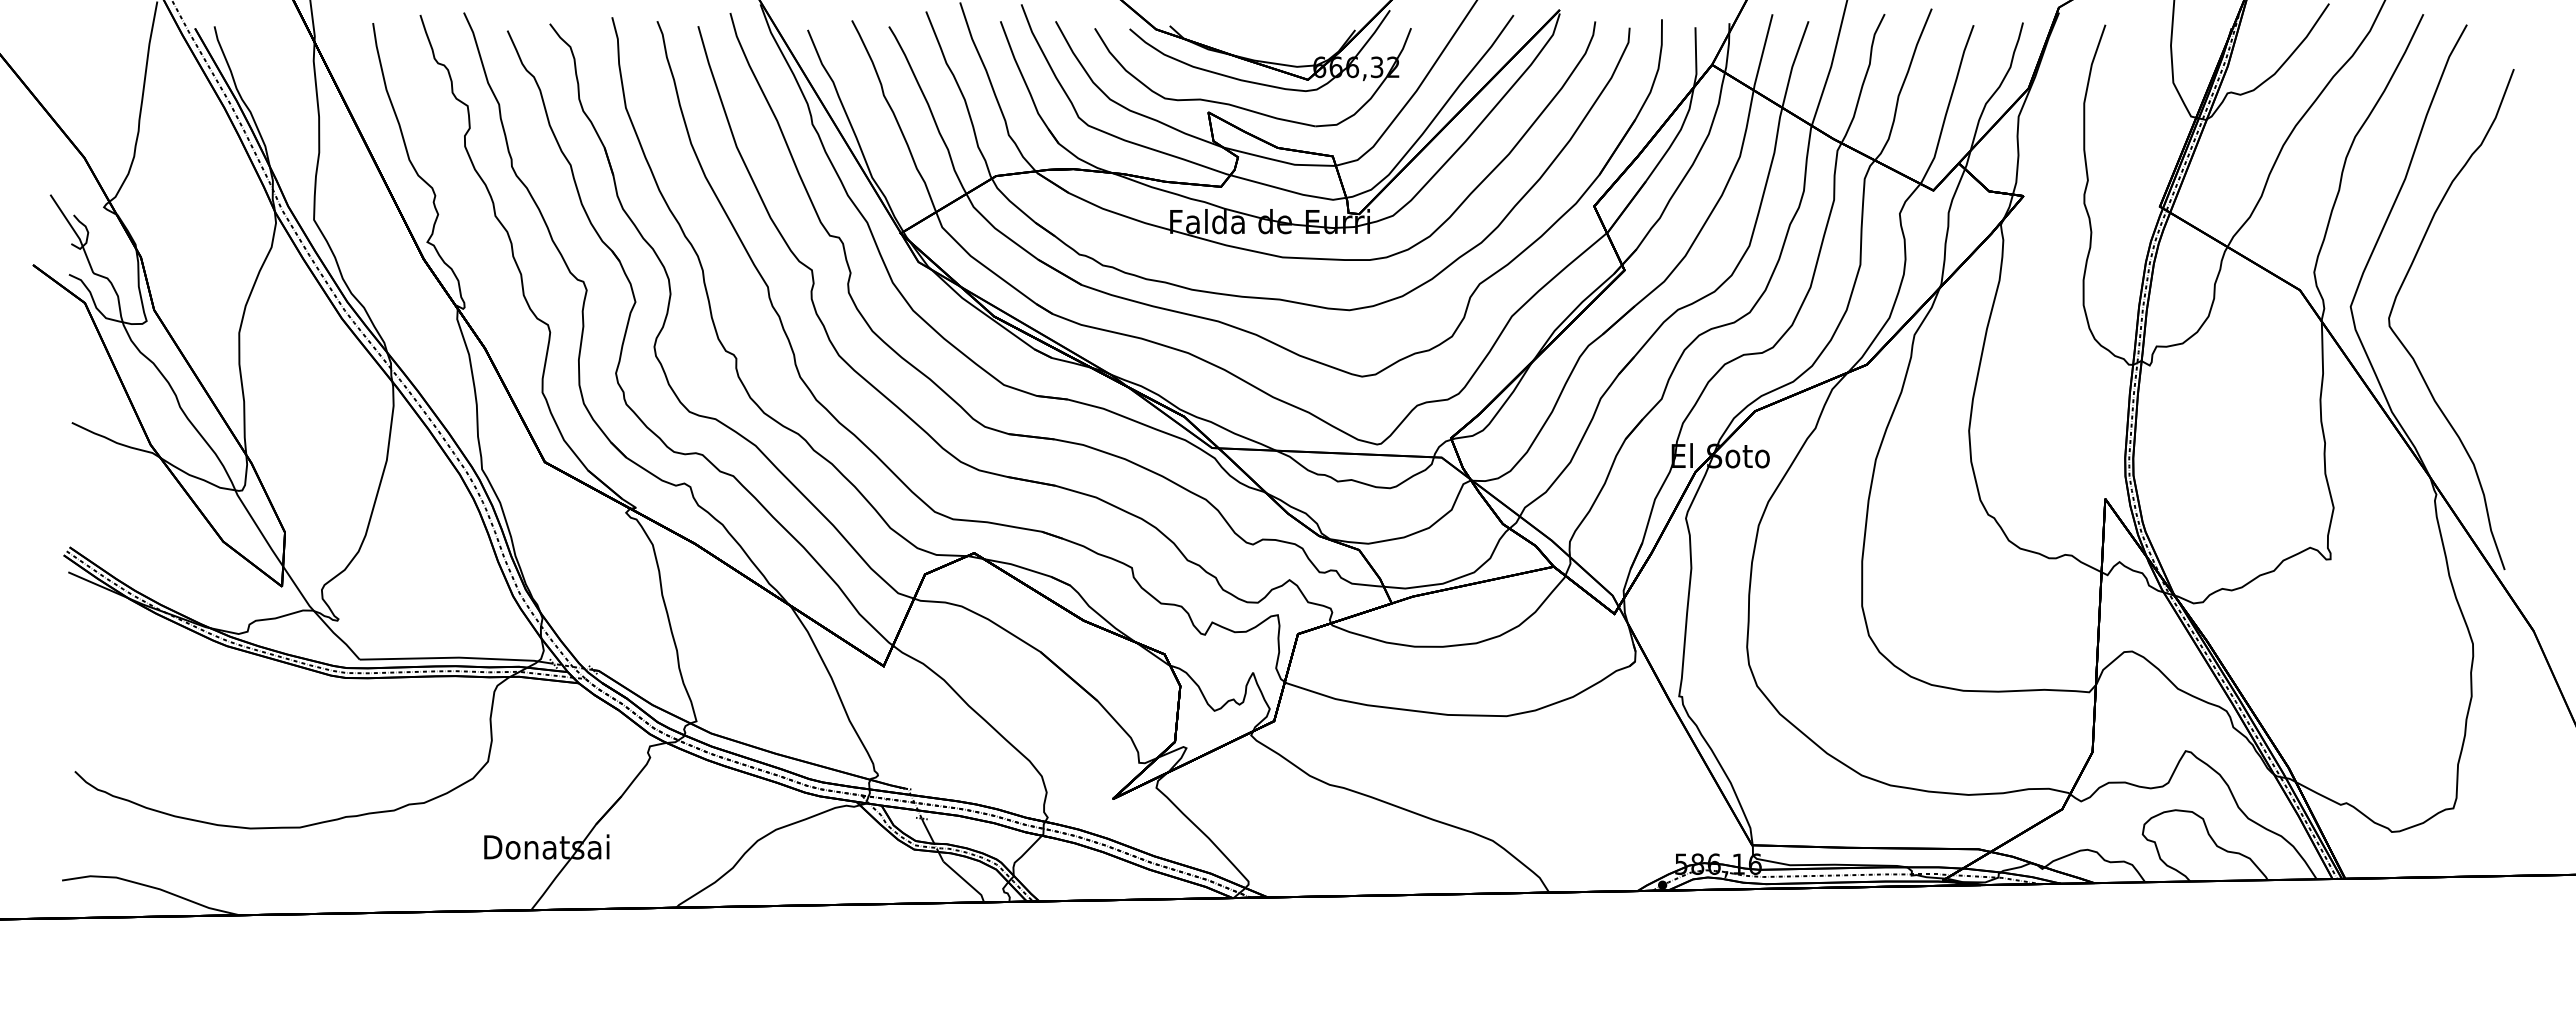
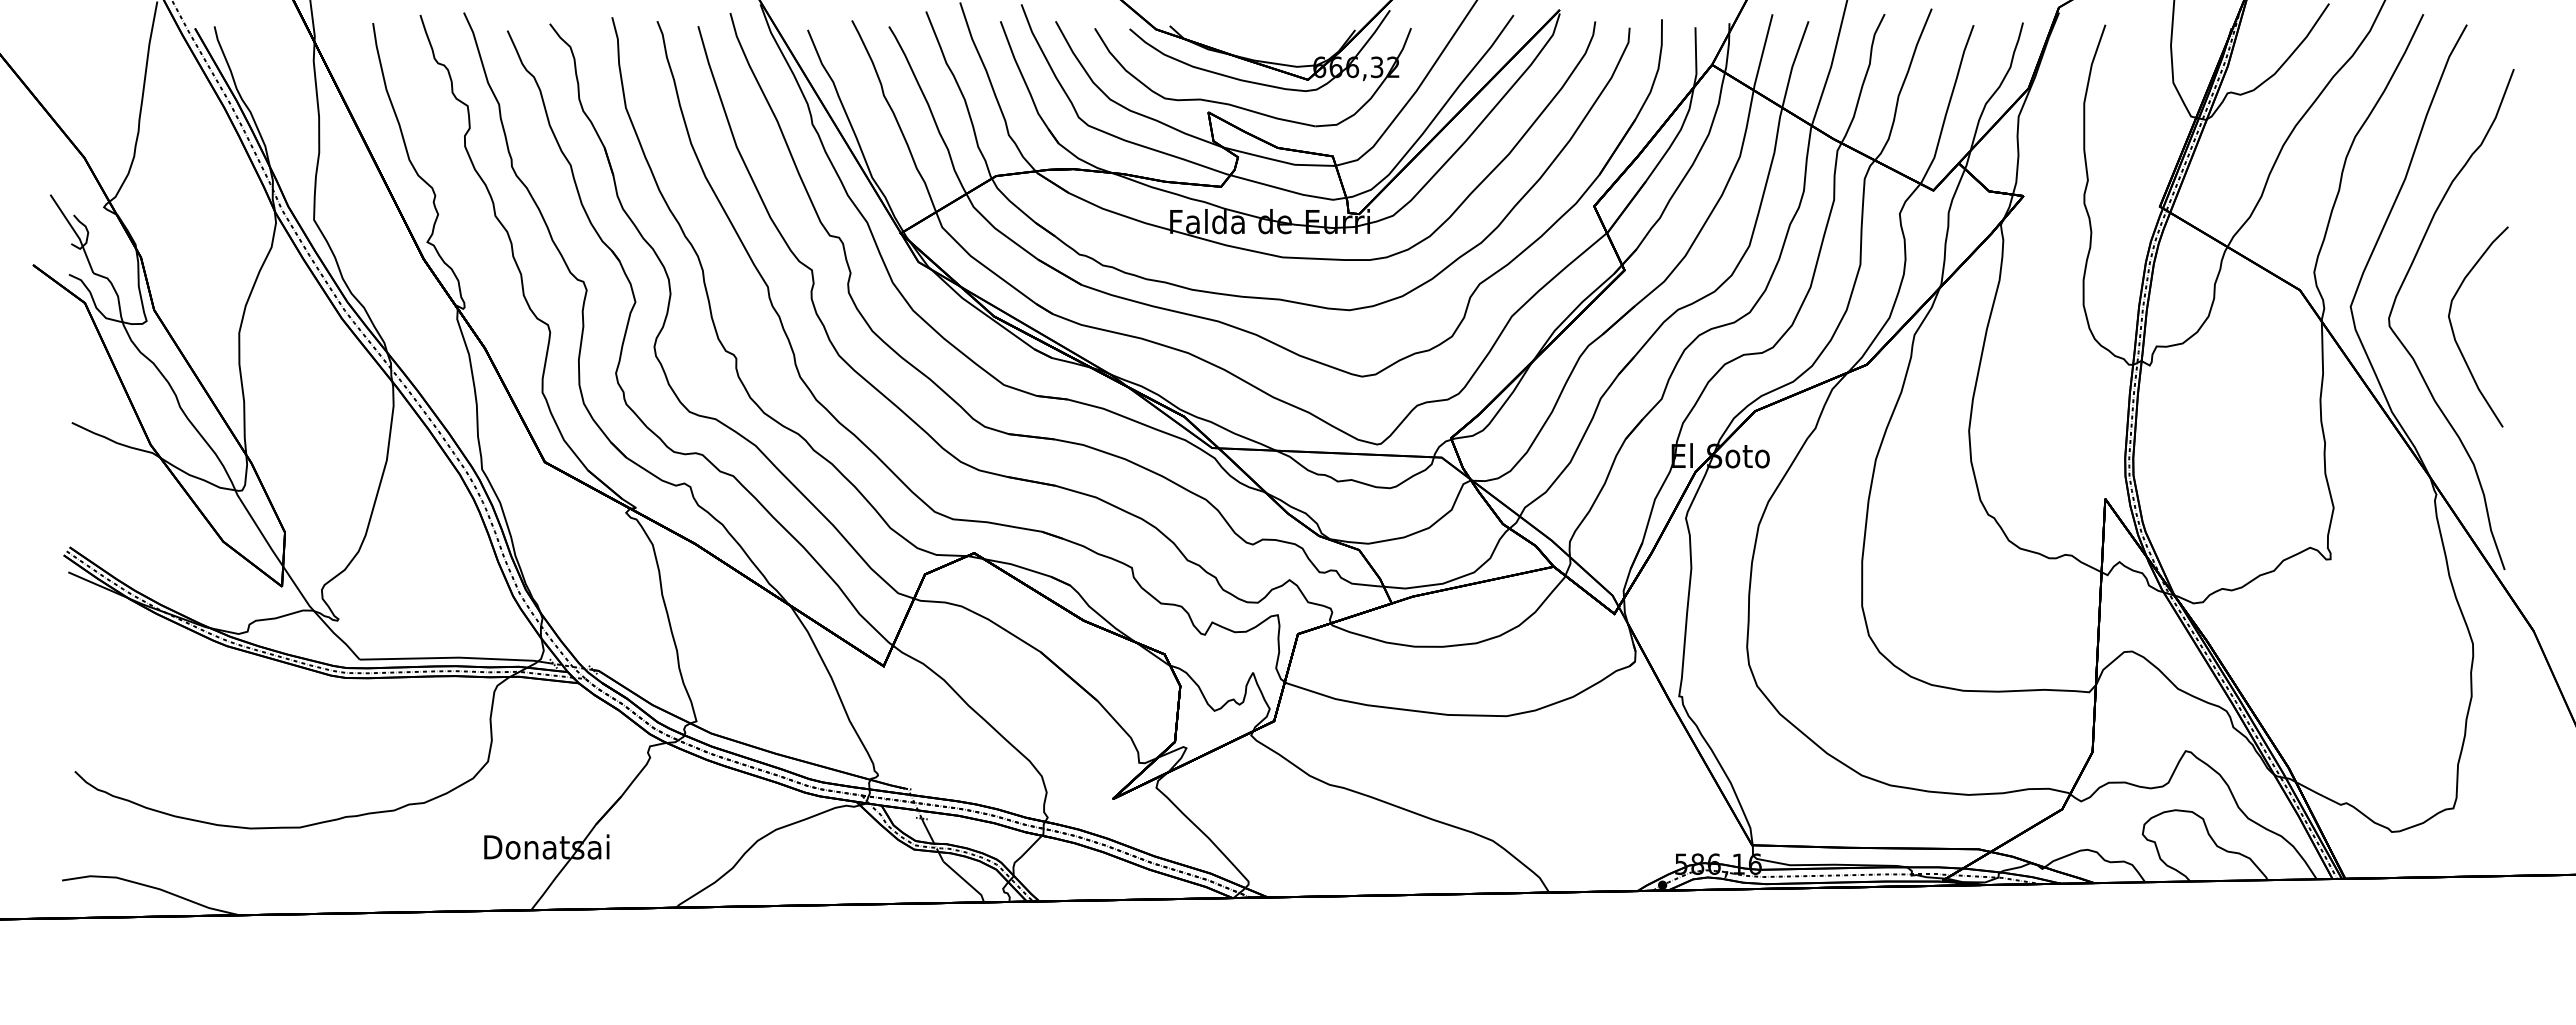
curve at (2454, 333): none -> present
